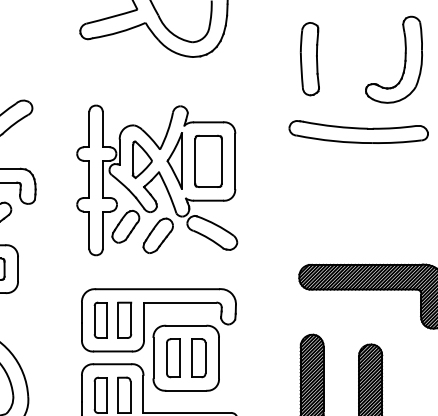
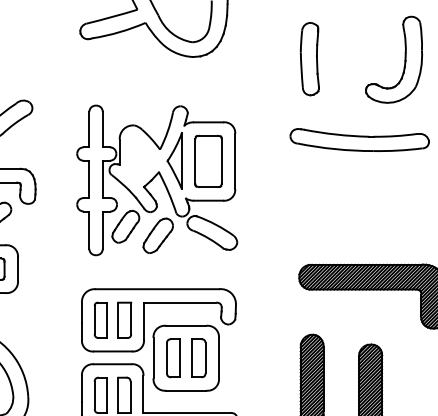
part at (358, 131) position: (358, 131) -> (359, 139)
part at (141, 159): present -> none
